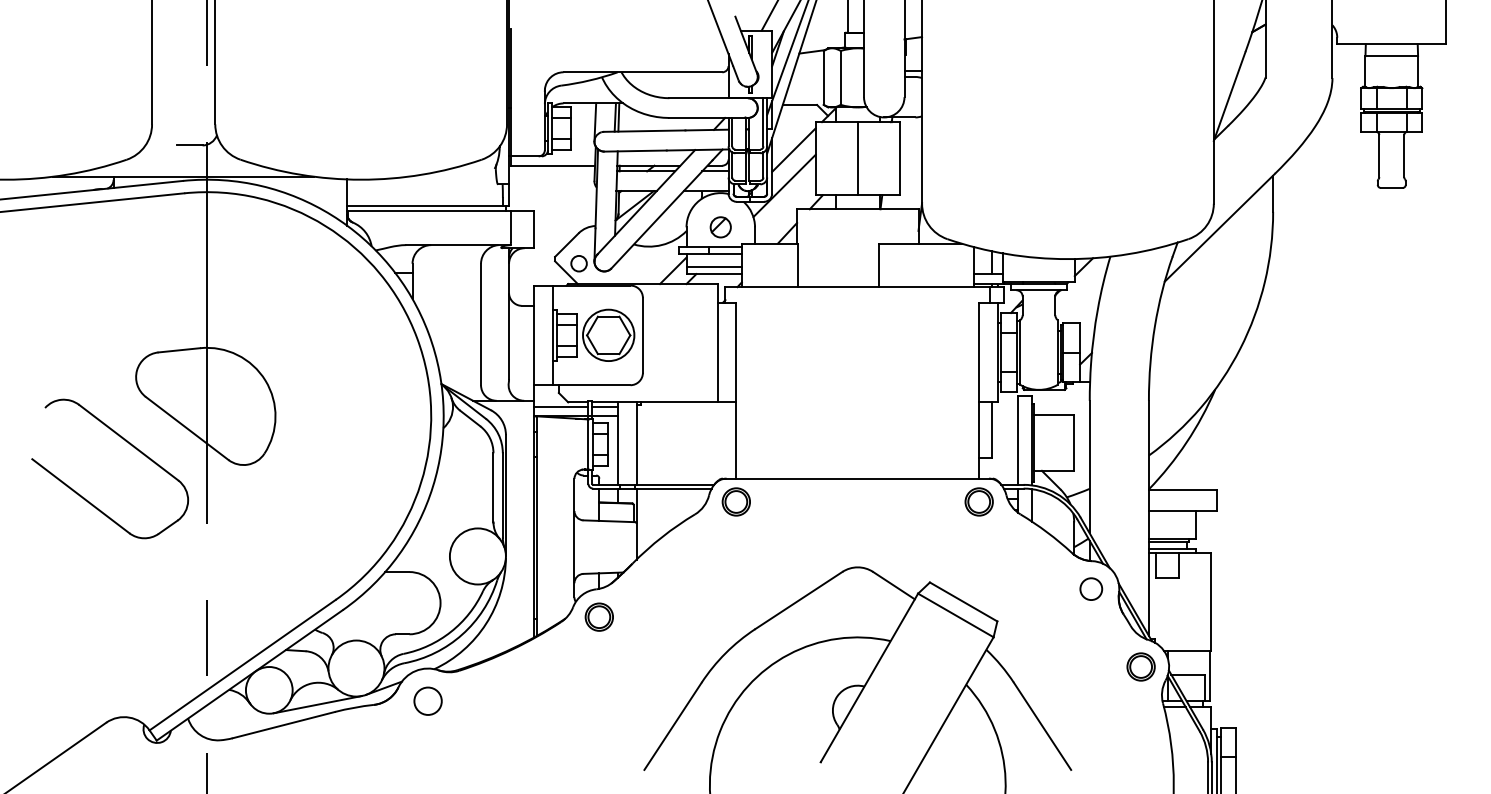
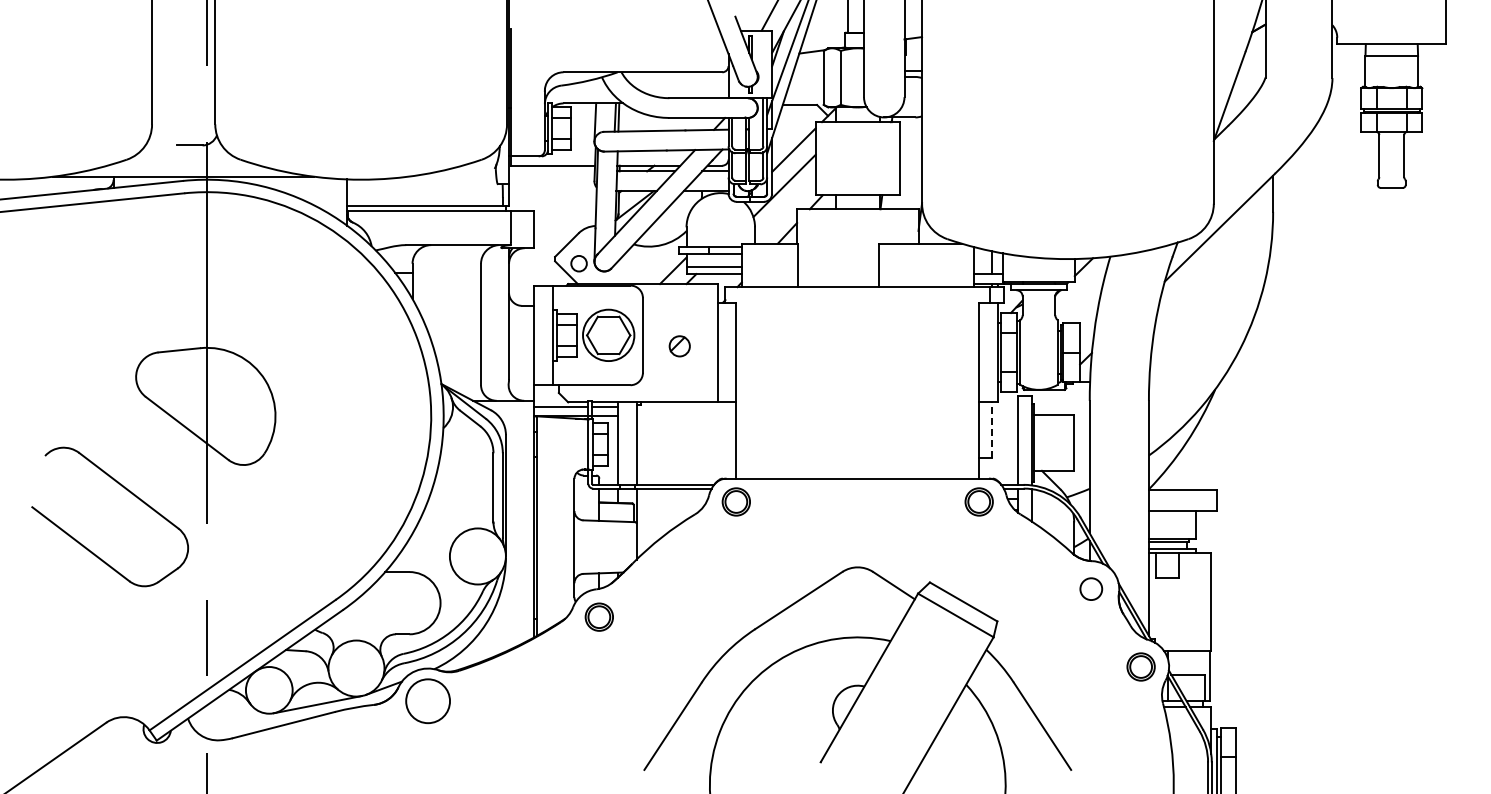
line at (857, 158): present -> none
part at (720, 227) position: (720, 227) -> (679, 346)
line at (991, 429): solid -> dashed
part at (126, 442) position: (126, 442) -> (126, 490)
circle at (427, 700) diameter: 27 px -> 44 px
